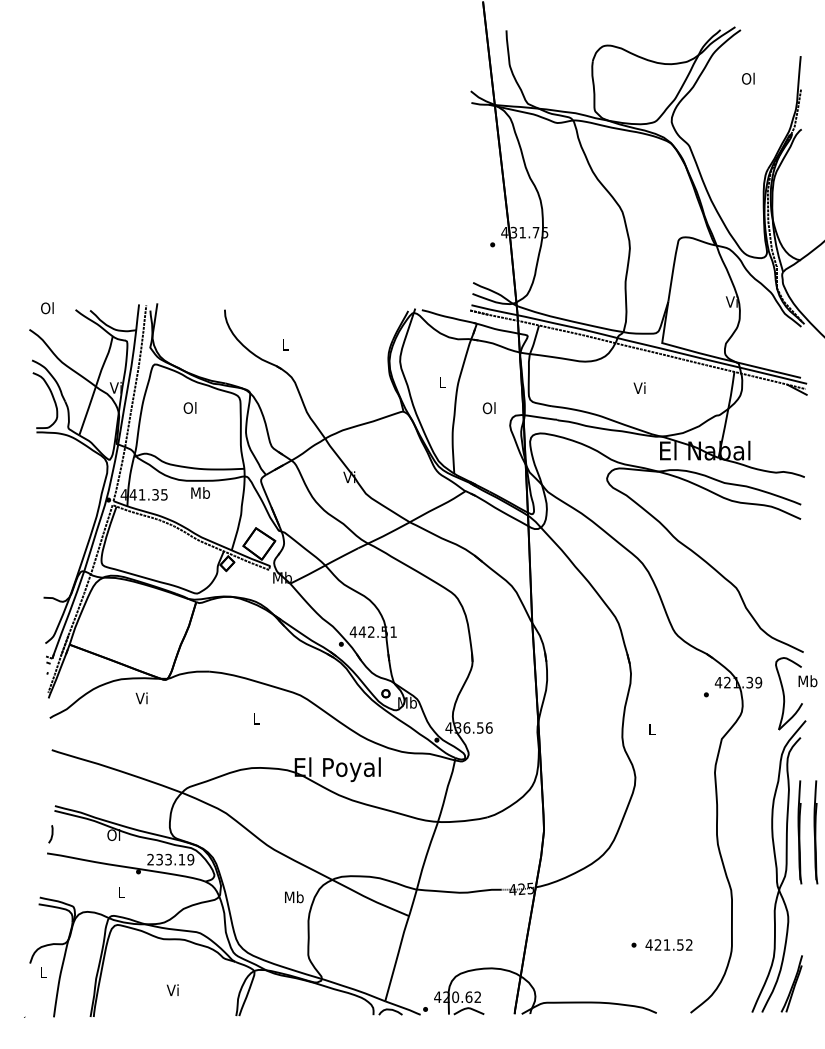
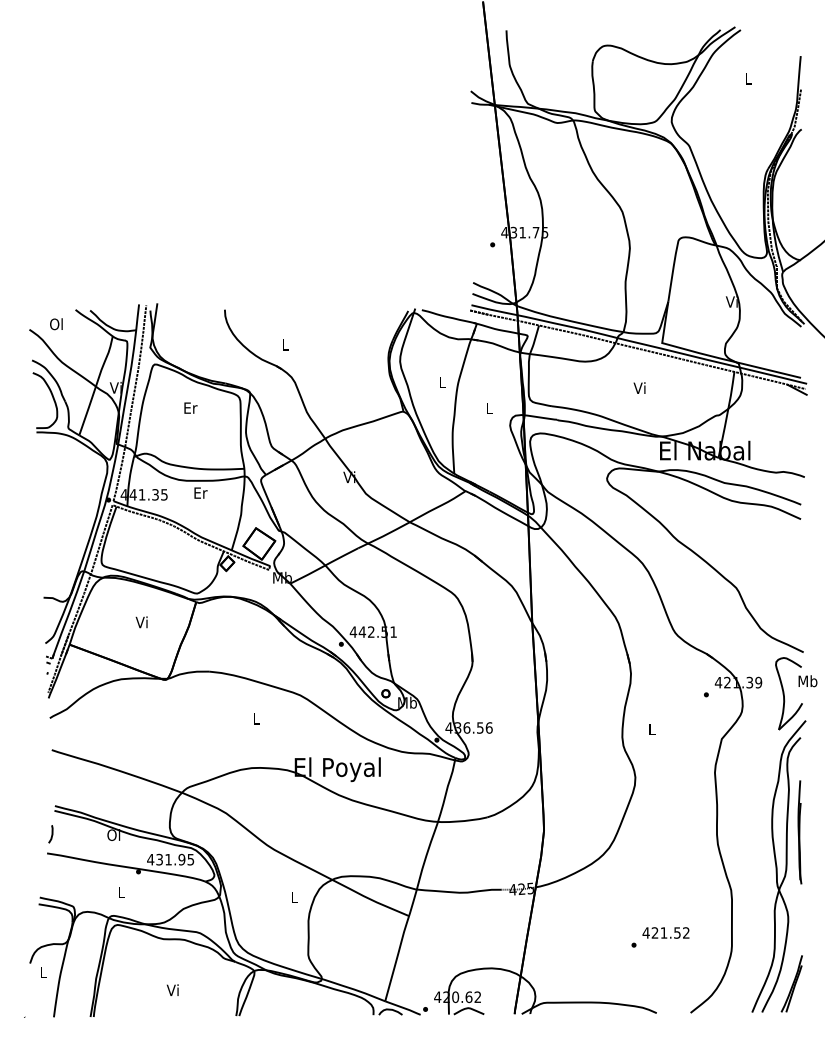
text at (748, 78): Ol -> L
text at (47, 308) position: (47, 308) -> (56, 324)
text at (190, 407): Ol -> Er
text at (488, 408): Ol -> L
text at (200, 492): Mb -> Er
text at (141, 698) position: (141, 698) -> (141, 622)
part at (815, 832): present -> none
text at (170, 859): 233.19 -> 431.95
text at (294, 897): Mb -> L
text at (668, 944) position: (668, 944) -> (665, 932)
